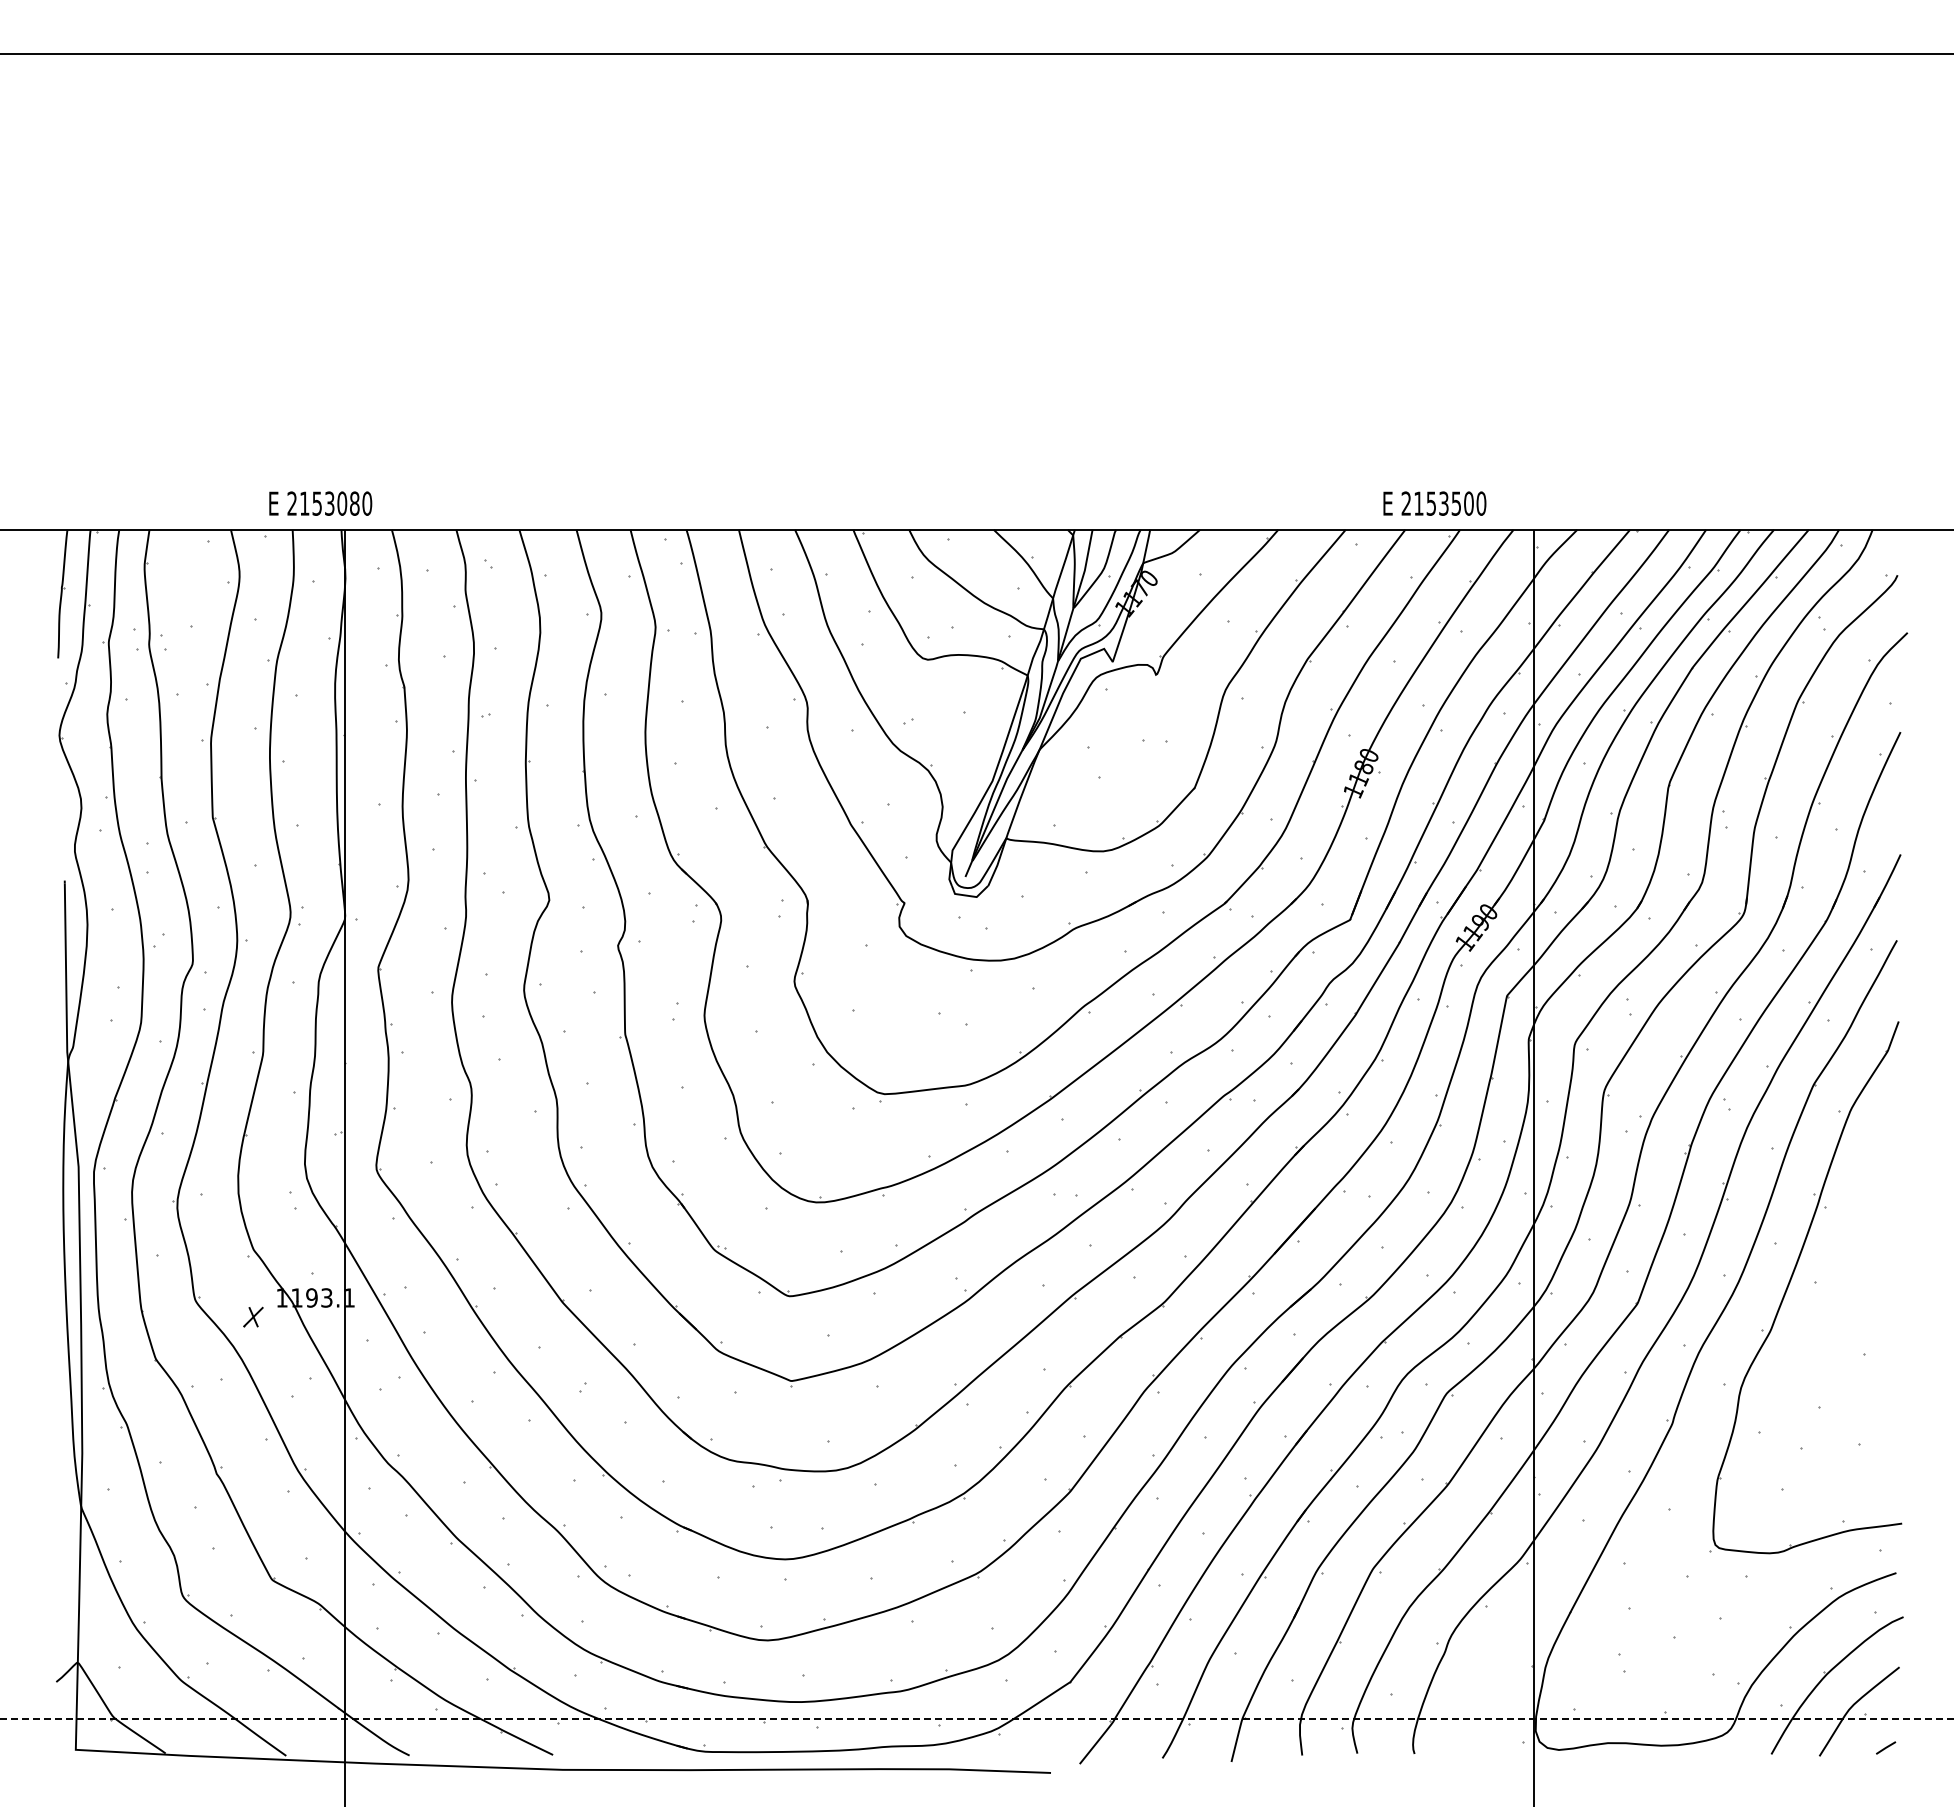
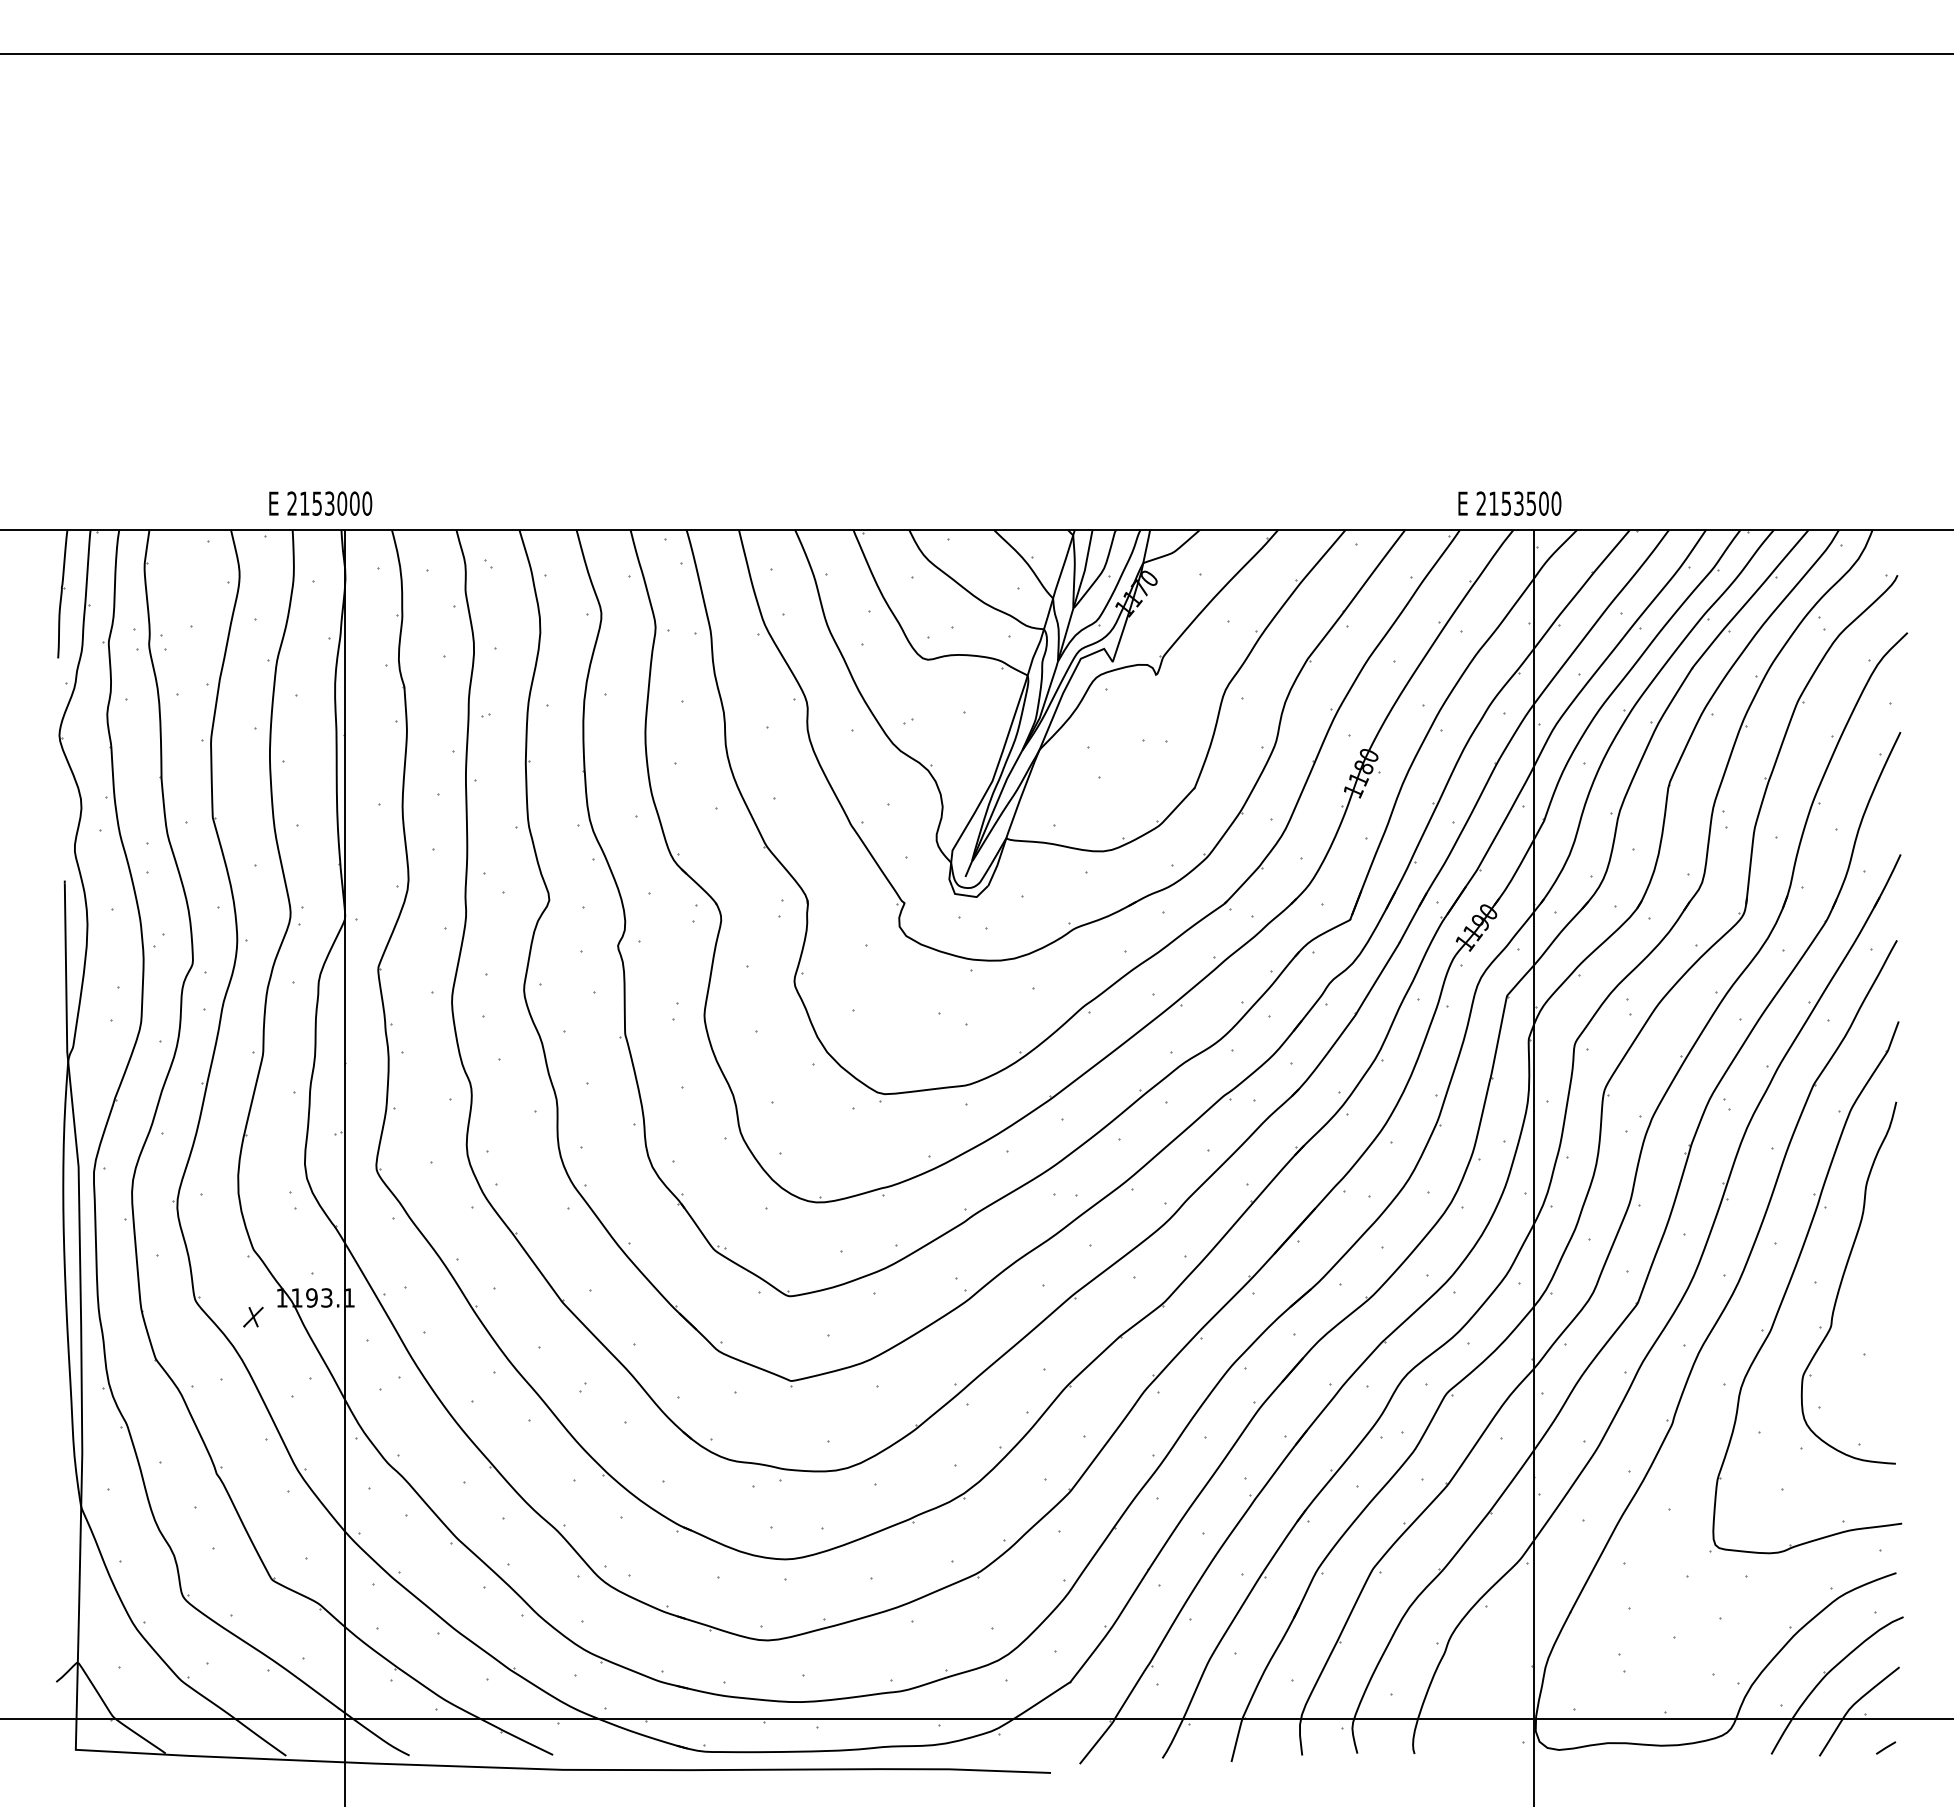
text at (354, 503): 2153080 -> 2153000
text at (1434, 503) position: (1434, 503) -> (1509, 503)
part at (1848, 1282): none -> present
line at (976, 1718): dashed -> solid
